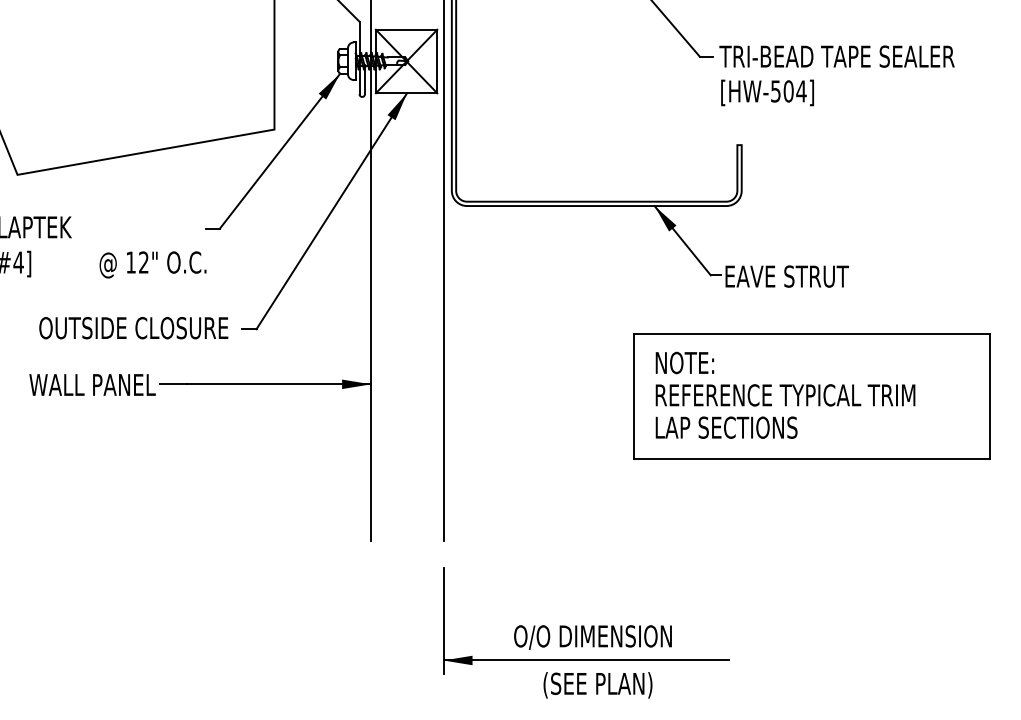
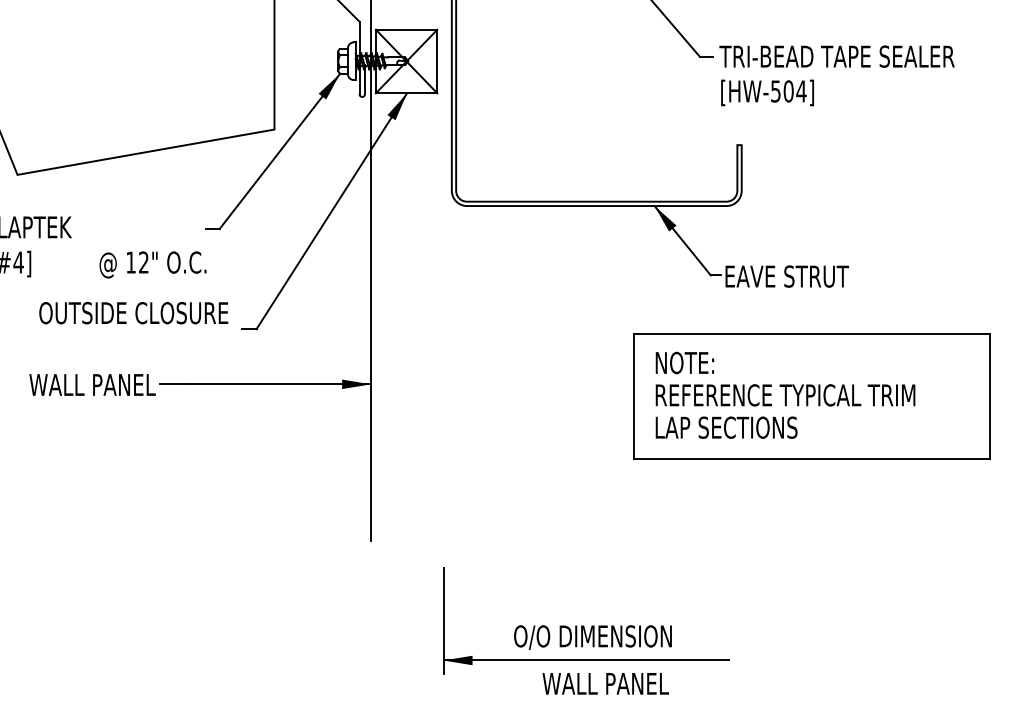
line at (443, 271): present -> none
text at (133, 328) position: (133, 328) -> (133, 313)
text at (605, 685): (SEE PLAN) -> WALL PANEL
